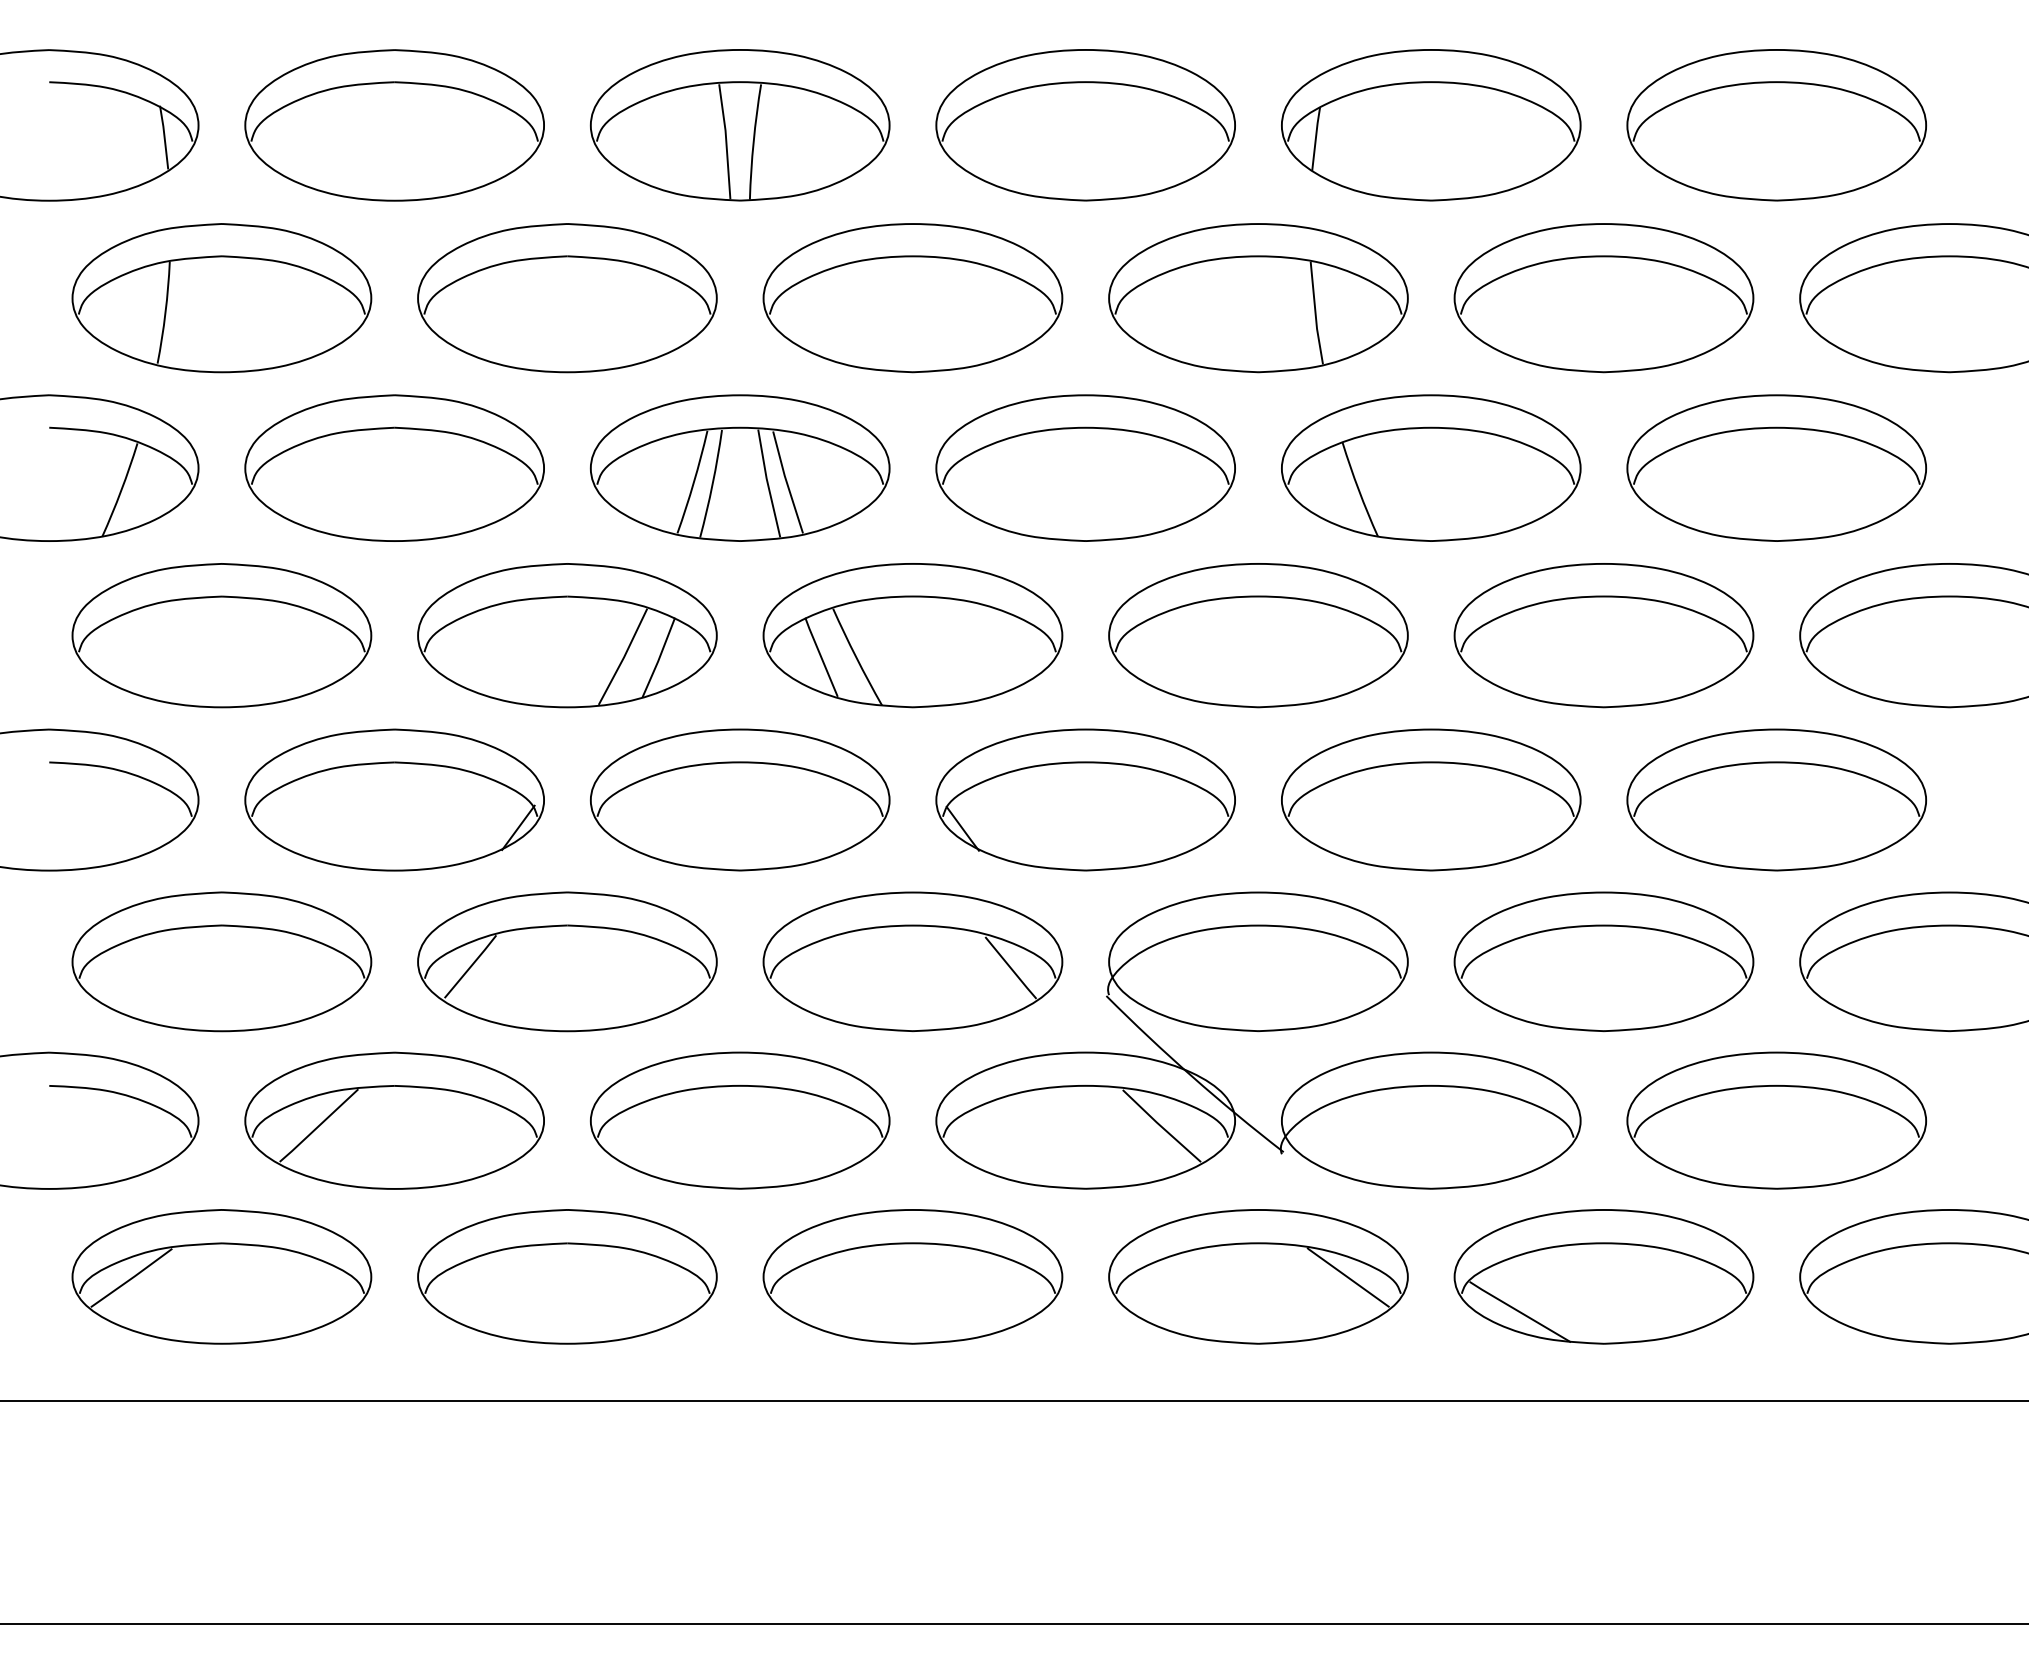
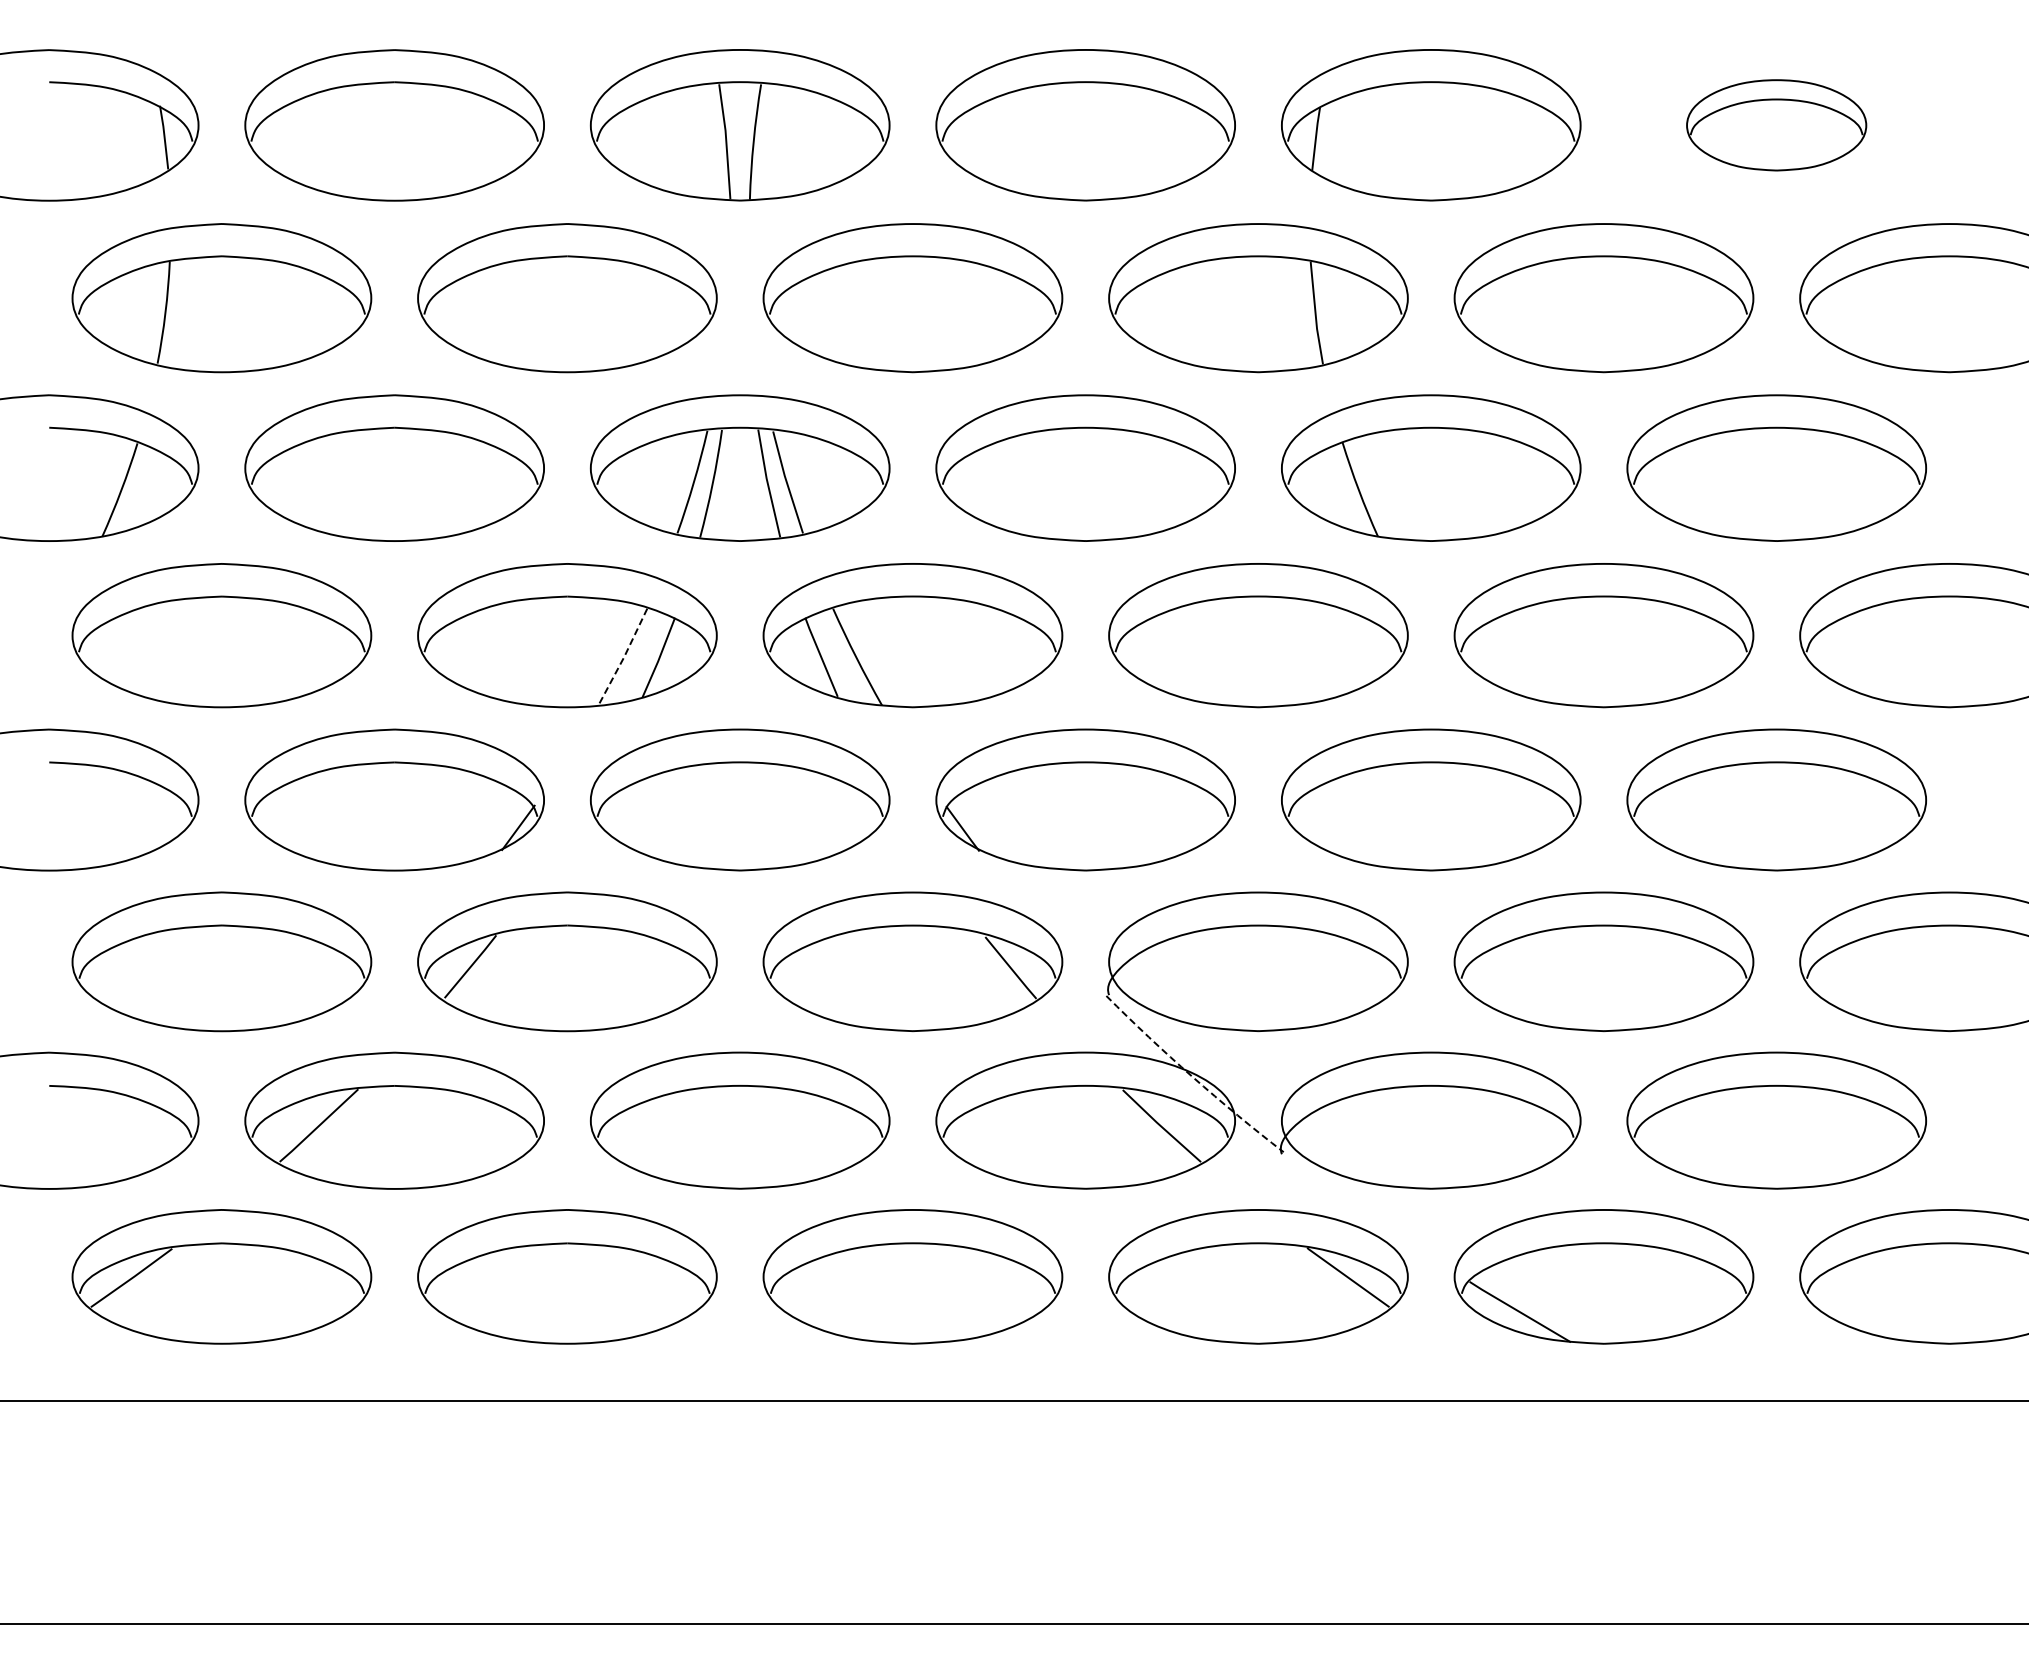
part at (1776, 125) size: 301x153 px -> 182x93 px
line at (624, 657): solid -> dashed
arc at (1192, 1076): solid -> dashed
